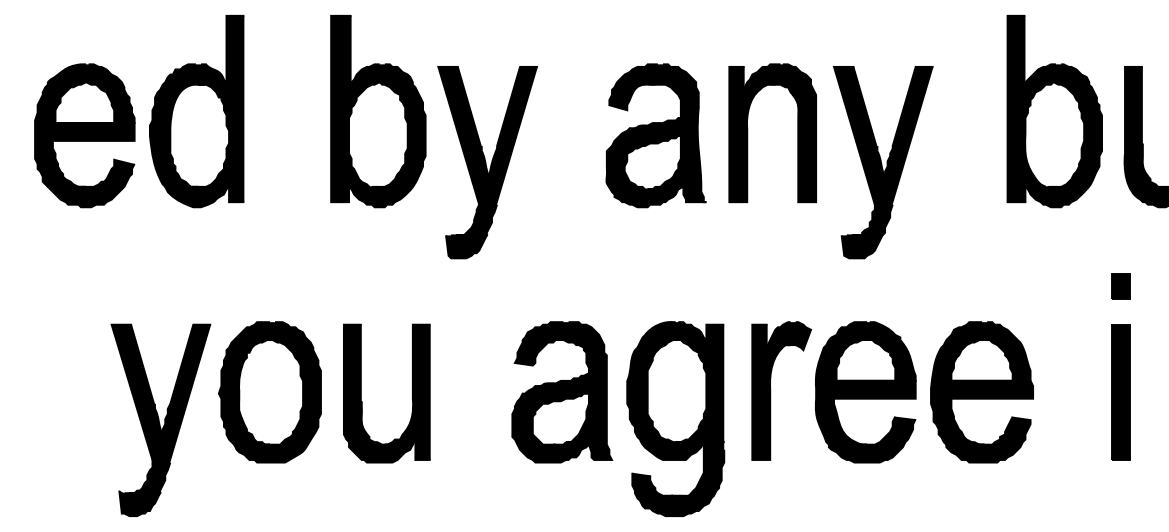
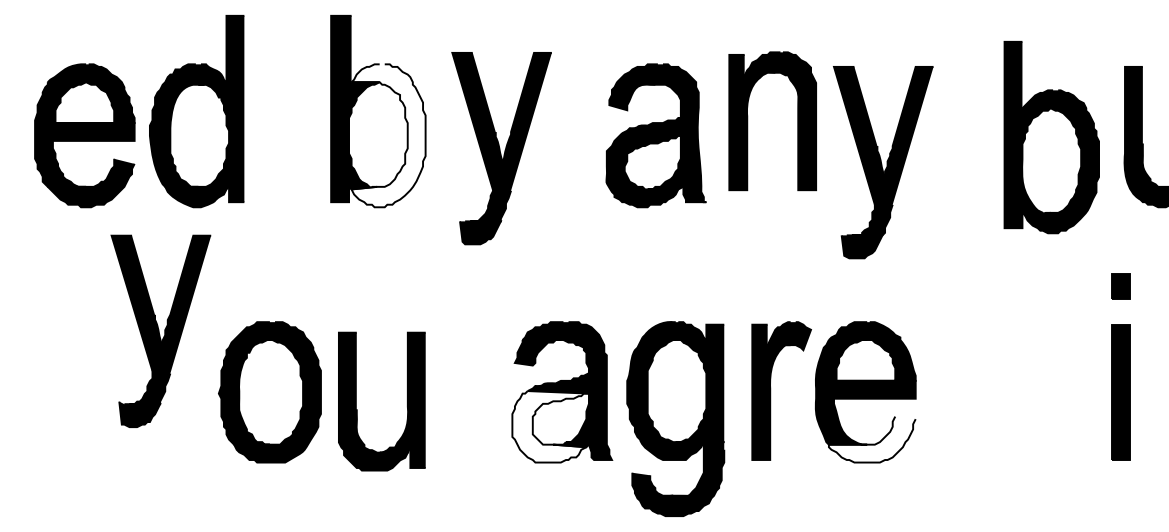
part at (1054, 111) position: (1054, 111) -> (1051, 137)
part at (748, 133) position: (748, 133) -> (748, 121)
fill at (388, 135): present -> none
part at (487, 162) position: (487, 162) -> (501, 148)
part at (981, 392): present -> none
part at (361, 393) position: (361, 393) -> (356, 401)
part at (160, 419) position: (160, 419) -> (160, 330)
fill at (550, 426): present -> none
fill at (871, 439): present -> none
